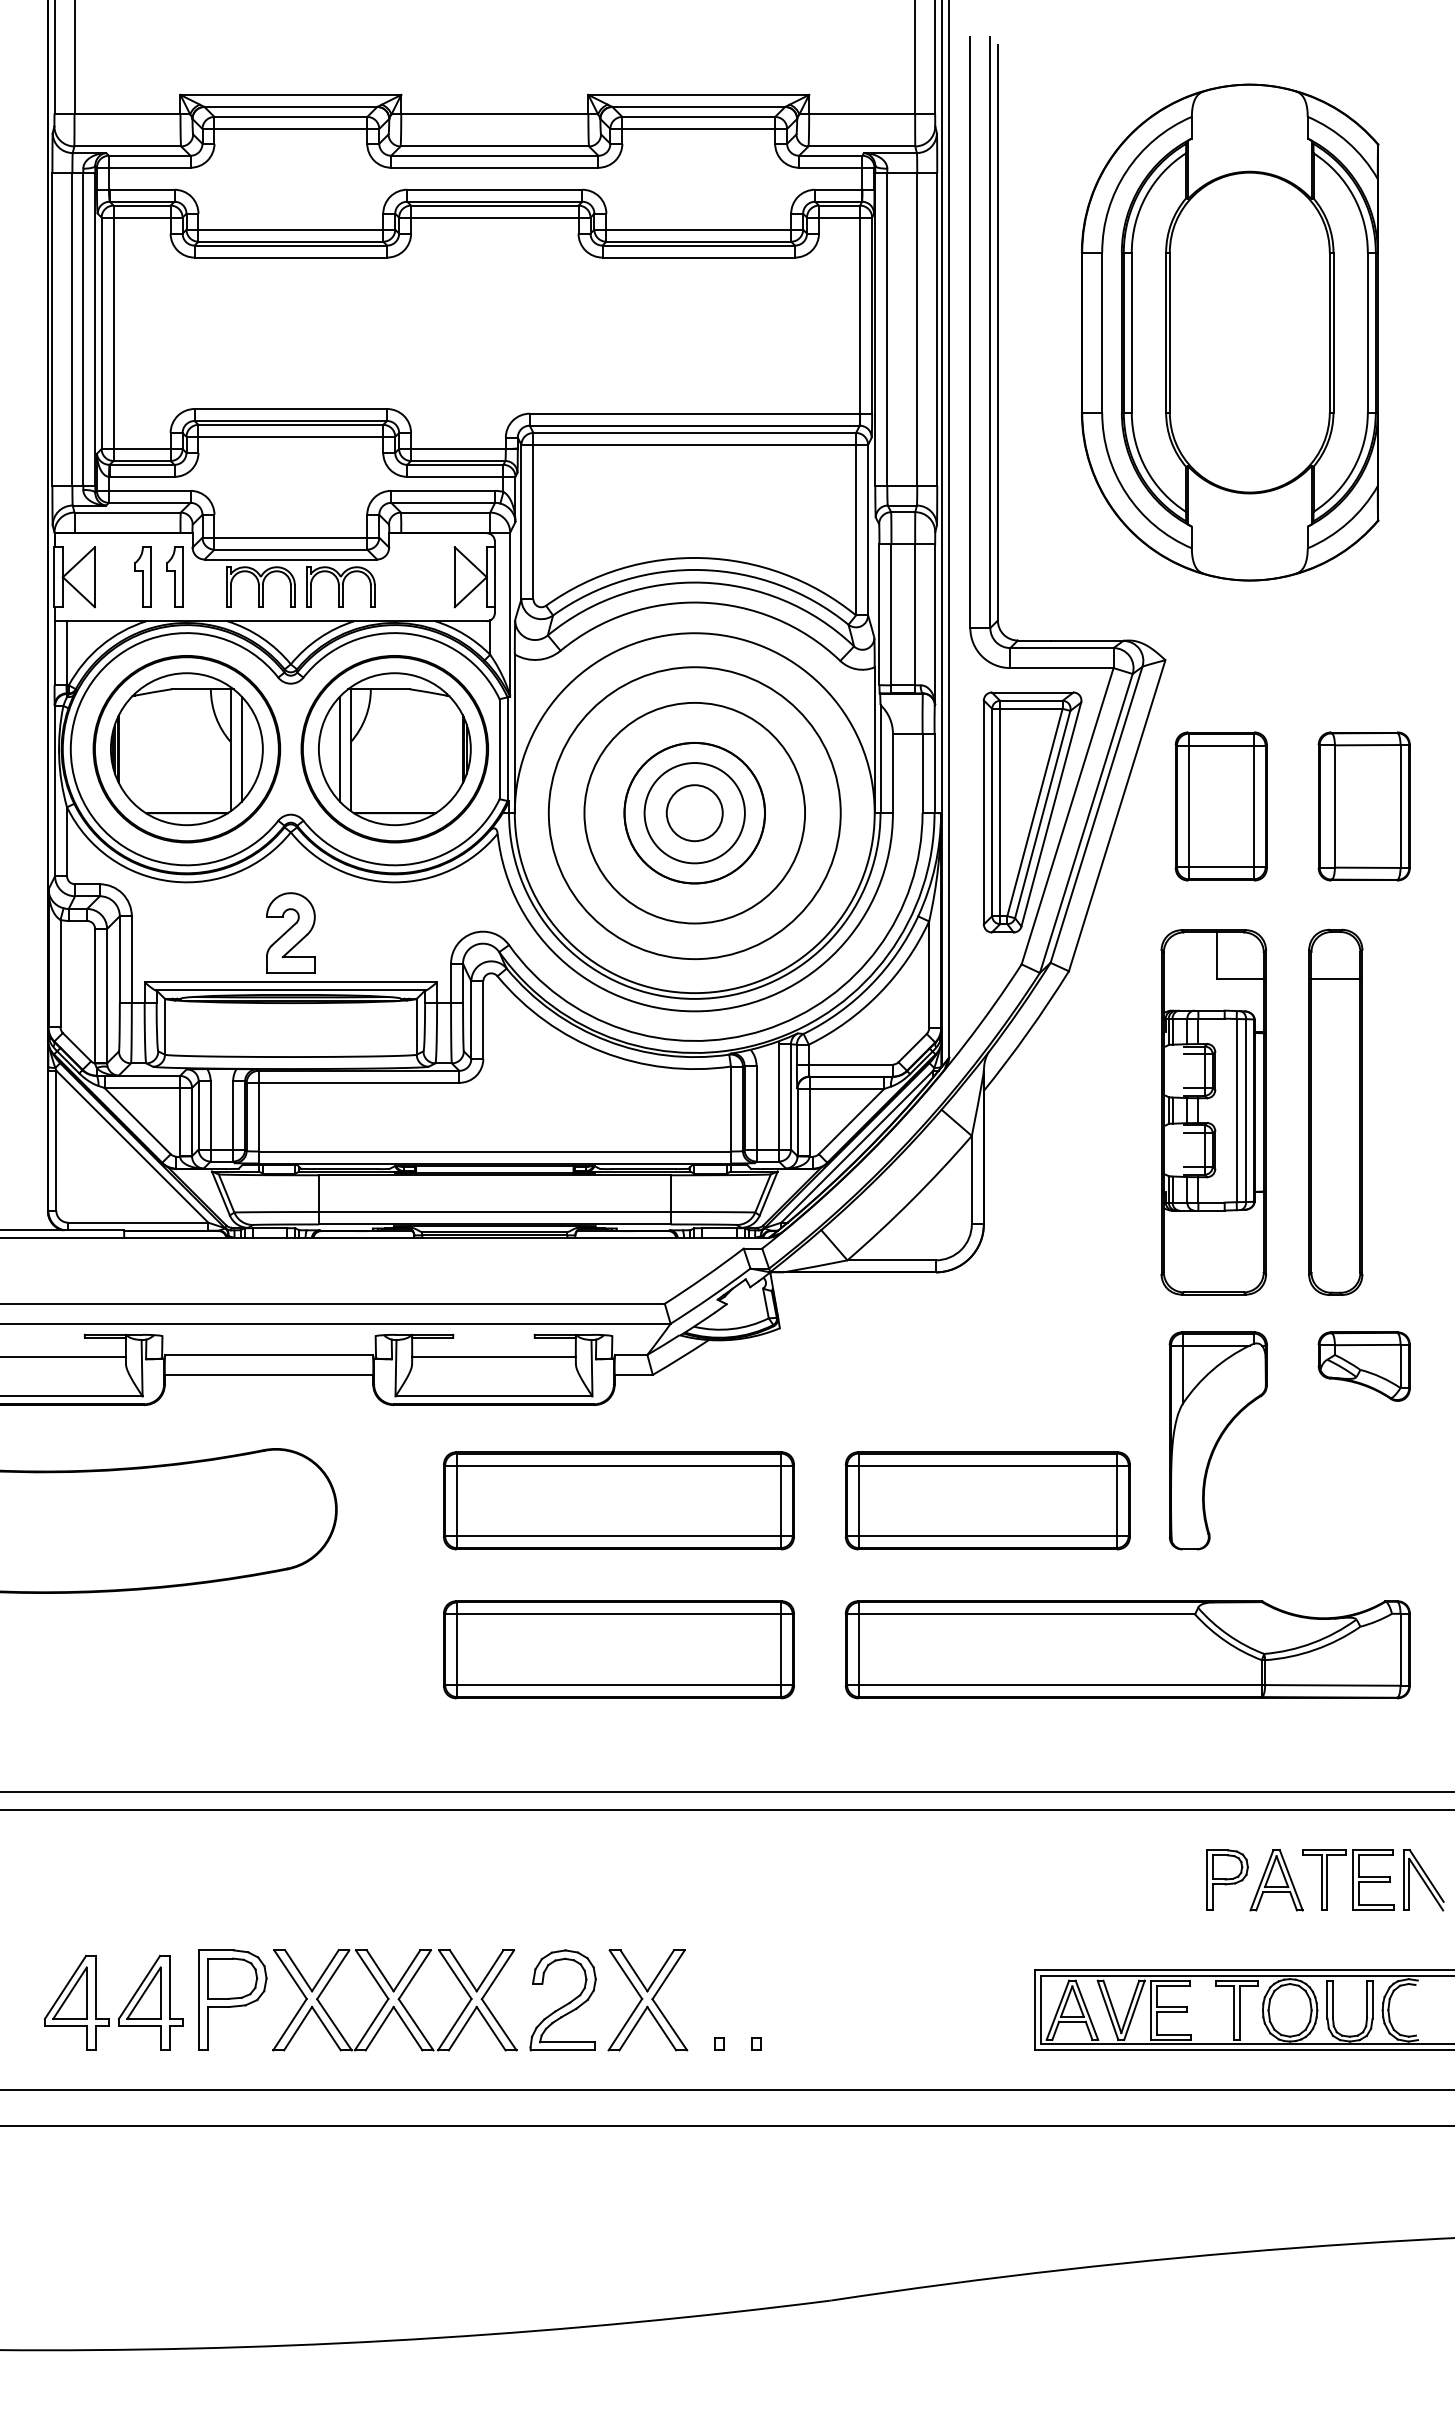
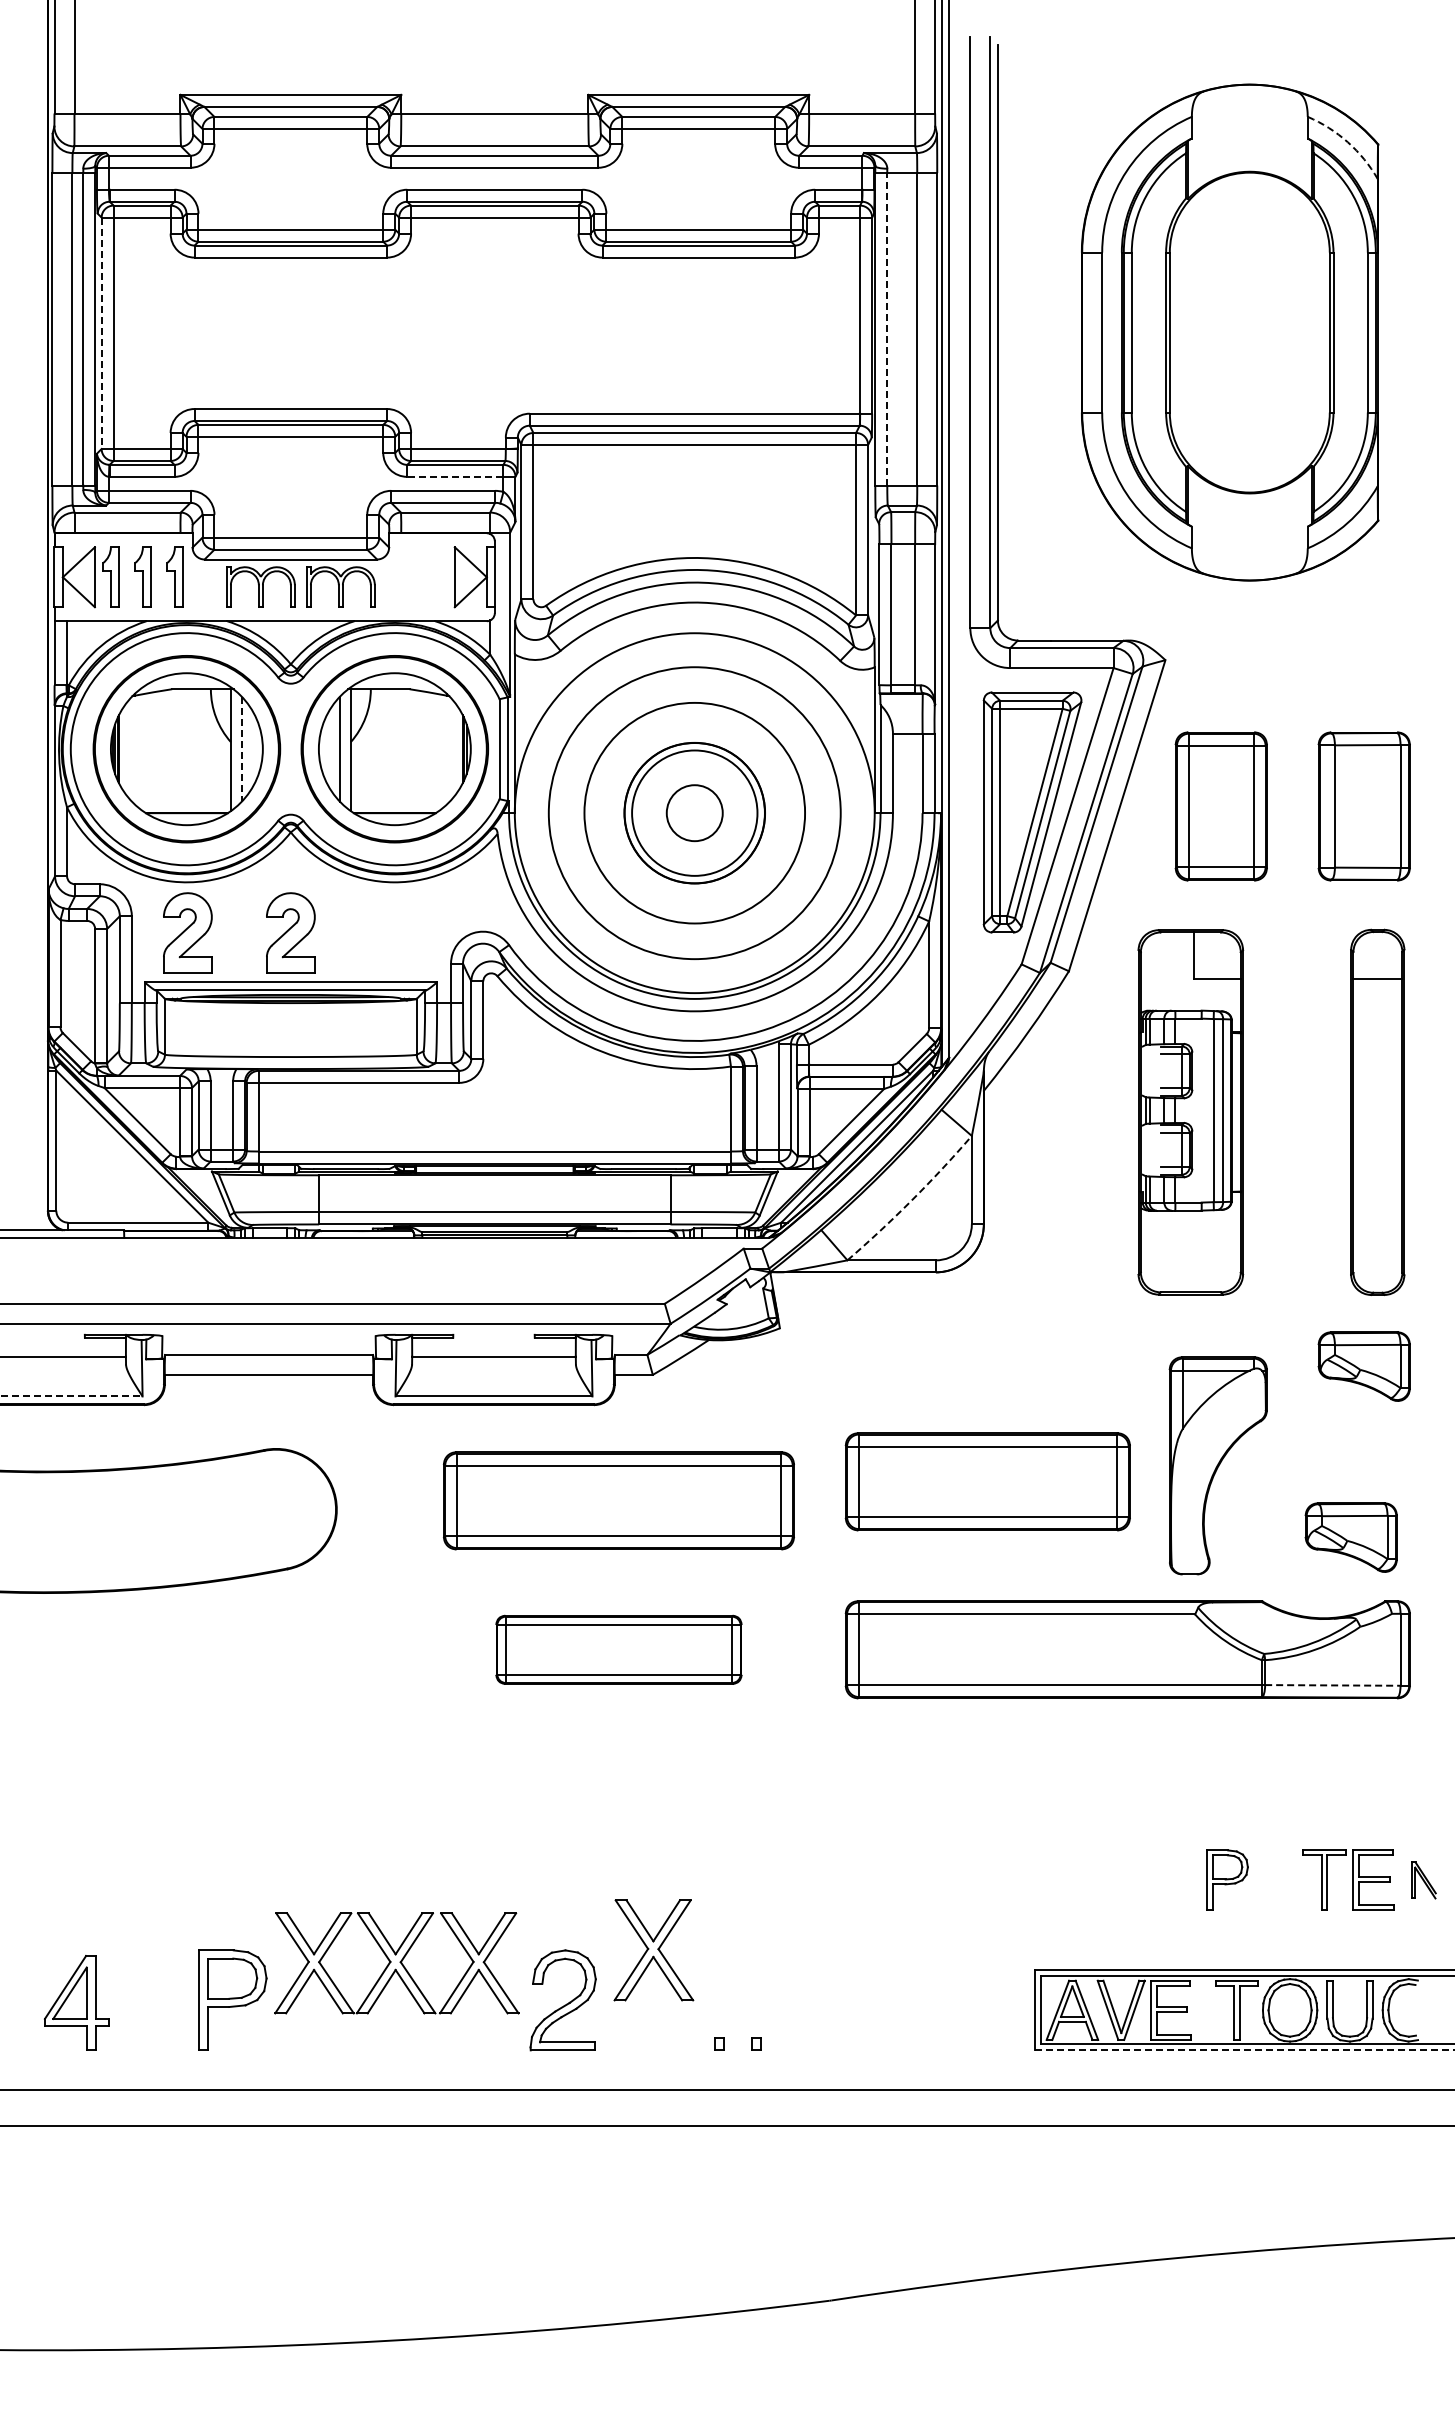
arc at (1347, 142): solid -> dashed
line at (887, 328): solid -> dashed
line at (101, 333): solid -> dashed
line at (454, 476): solid -> dashed
part at (110, 576): none -> present
line at (241, 749): solid -> dashed
circle at (694, 813) diameter: 100 px -> 125 px
part at (187, 932): none -> present
part at (1335, 1111) position: (1335, 1111) -> (1377, 1111)
part at (1213, 1112) position: (1213, 1112) -> (1190, 1112)
arc at (911, 1200): solid -> dashed
line at (71, 1396): solid -> dashed
part at (1217, 1440) position: (1217, 1440) -> (1217, 1465)
part at (987, 1500) position: (987, 1500) -> (987, 1481)
part at (1350, 1537): none -> present
part at (618, 1649) size: 352x100 px -> 248x71 px
line at (1332, 1685): solid -> dashed
line at (726, 1792): present -> none
line at (726, 1810): present -> none
part at (1276, 1880): present -> none
part at (1423, 1880) size: 42x63 px -> 26x39 px
part at (394, 2000) position: (394, 2000) -> (396, 1963)
part at (647, 2000) position: (647, 2000) -> (653, 1950)
part at (150, 2002): present -> none
line at (1244, 2050): solid -> dashed
